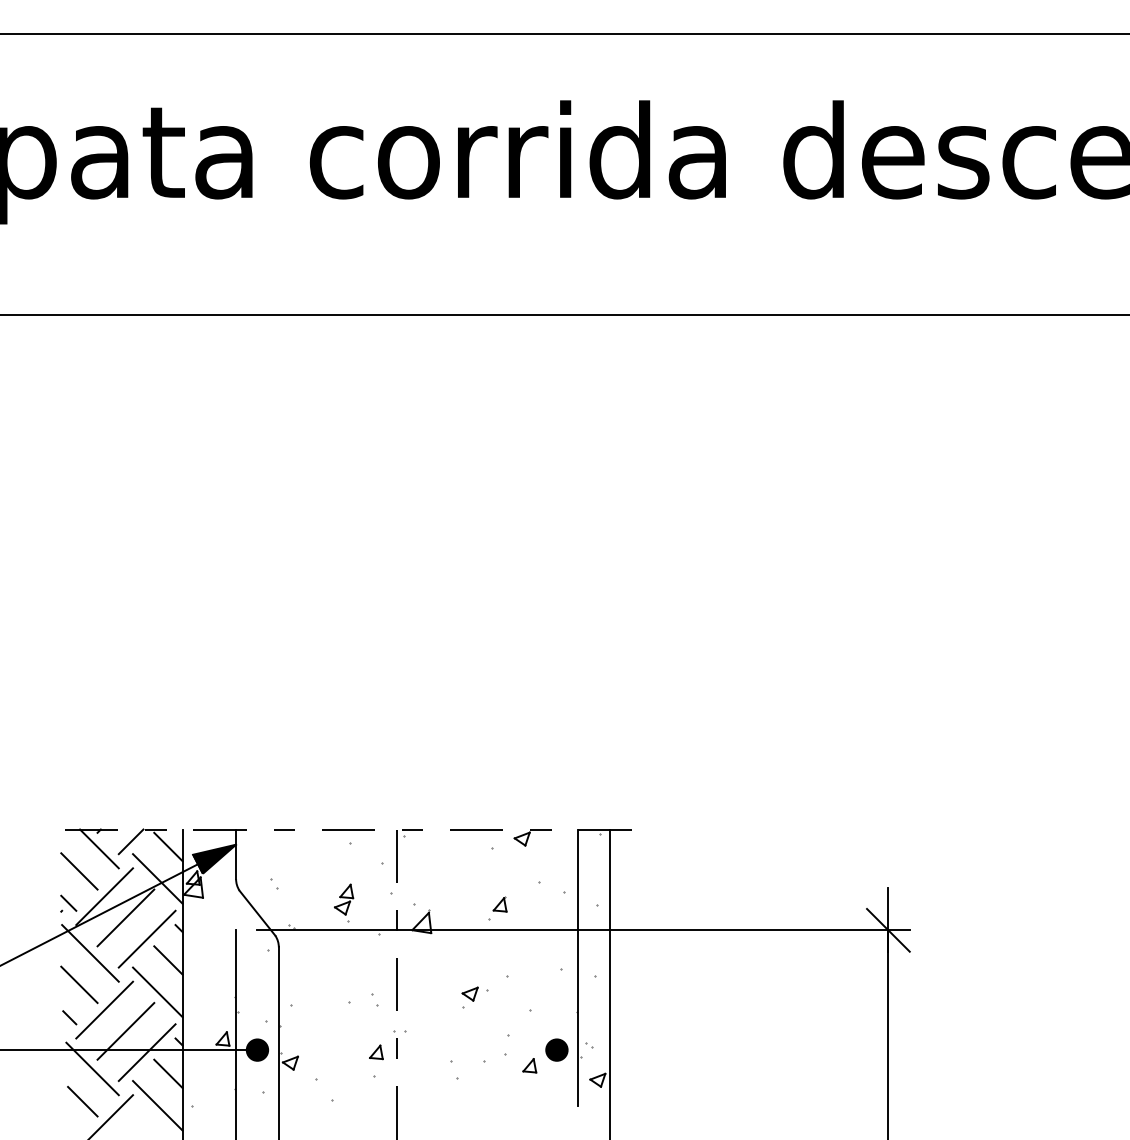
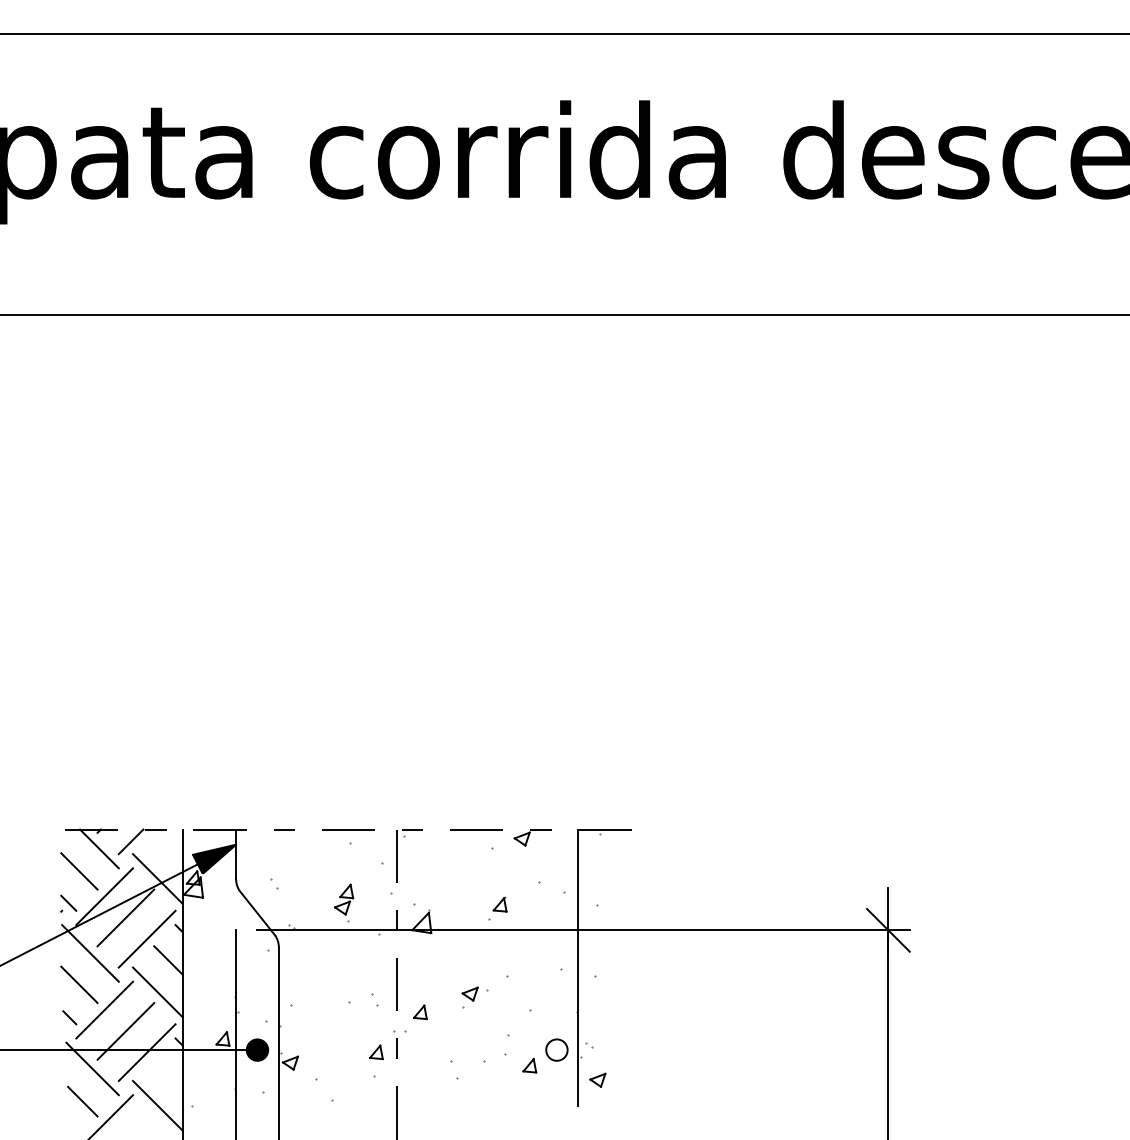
line at (168, 846): present -> none
line at (610, 982): present -> none
part at (420, 1012): none -> present
fill at (556, 1049): present -> none
line at (168, 1073): present -> none
